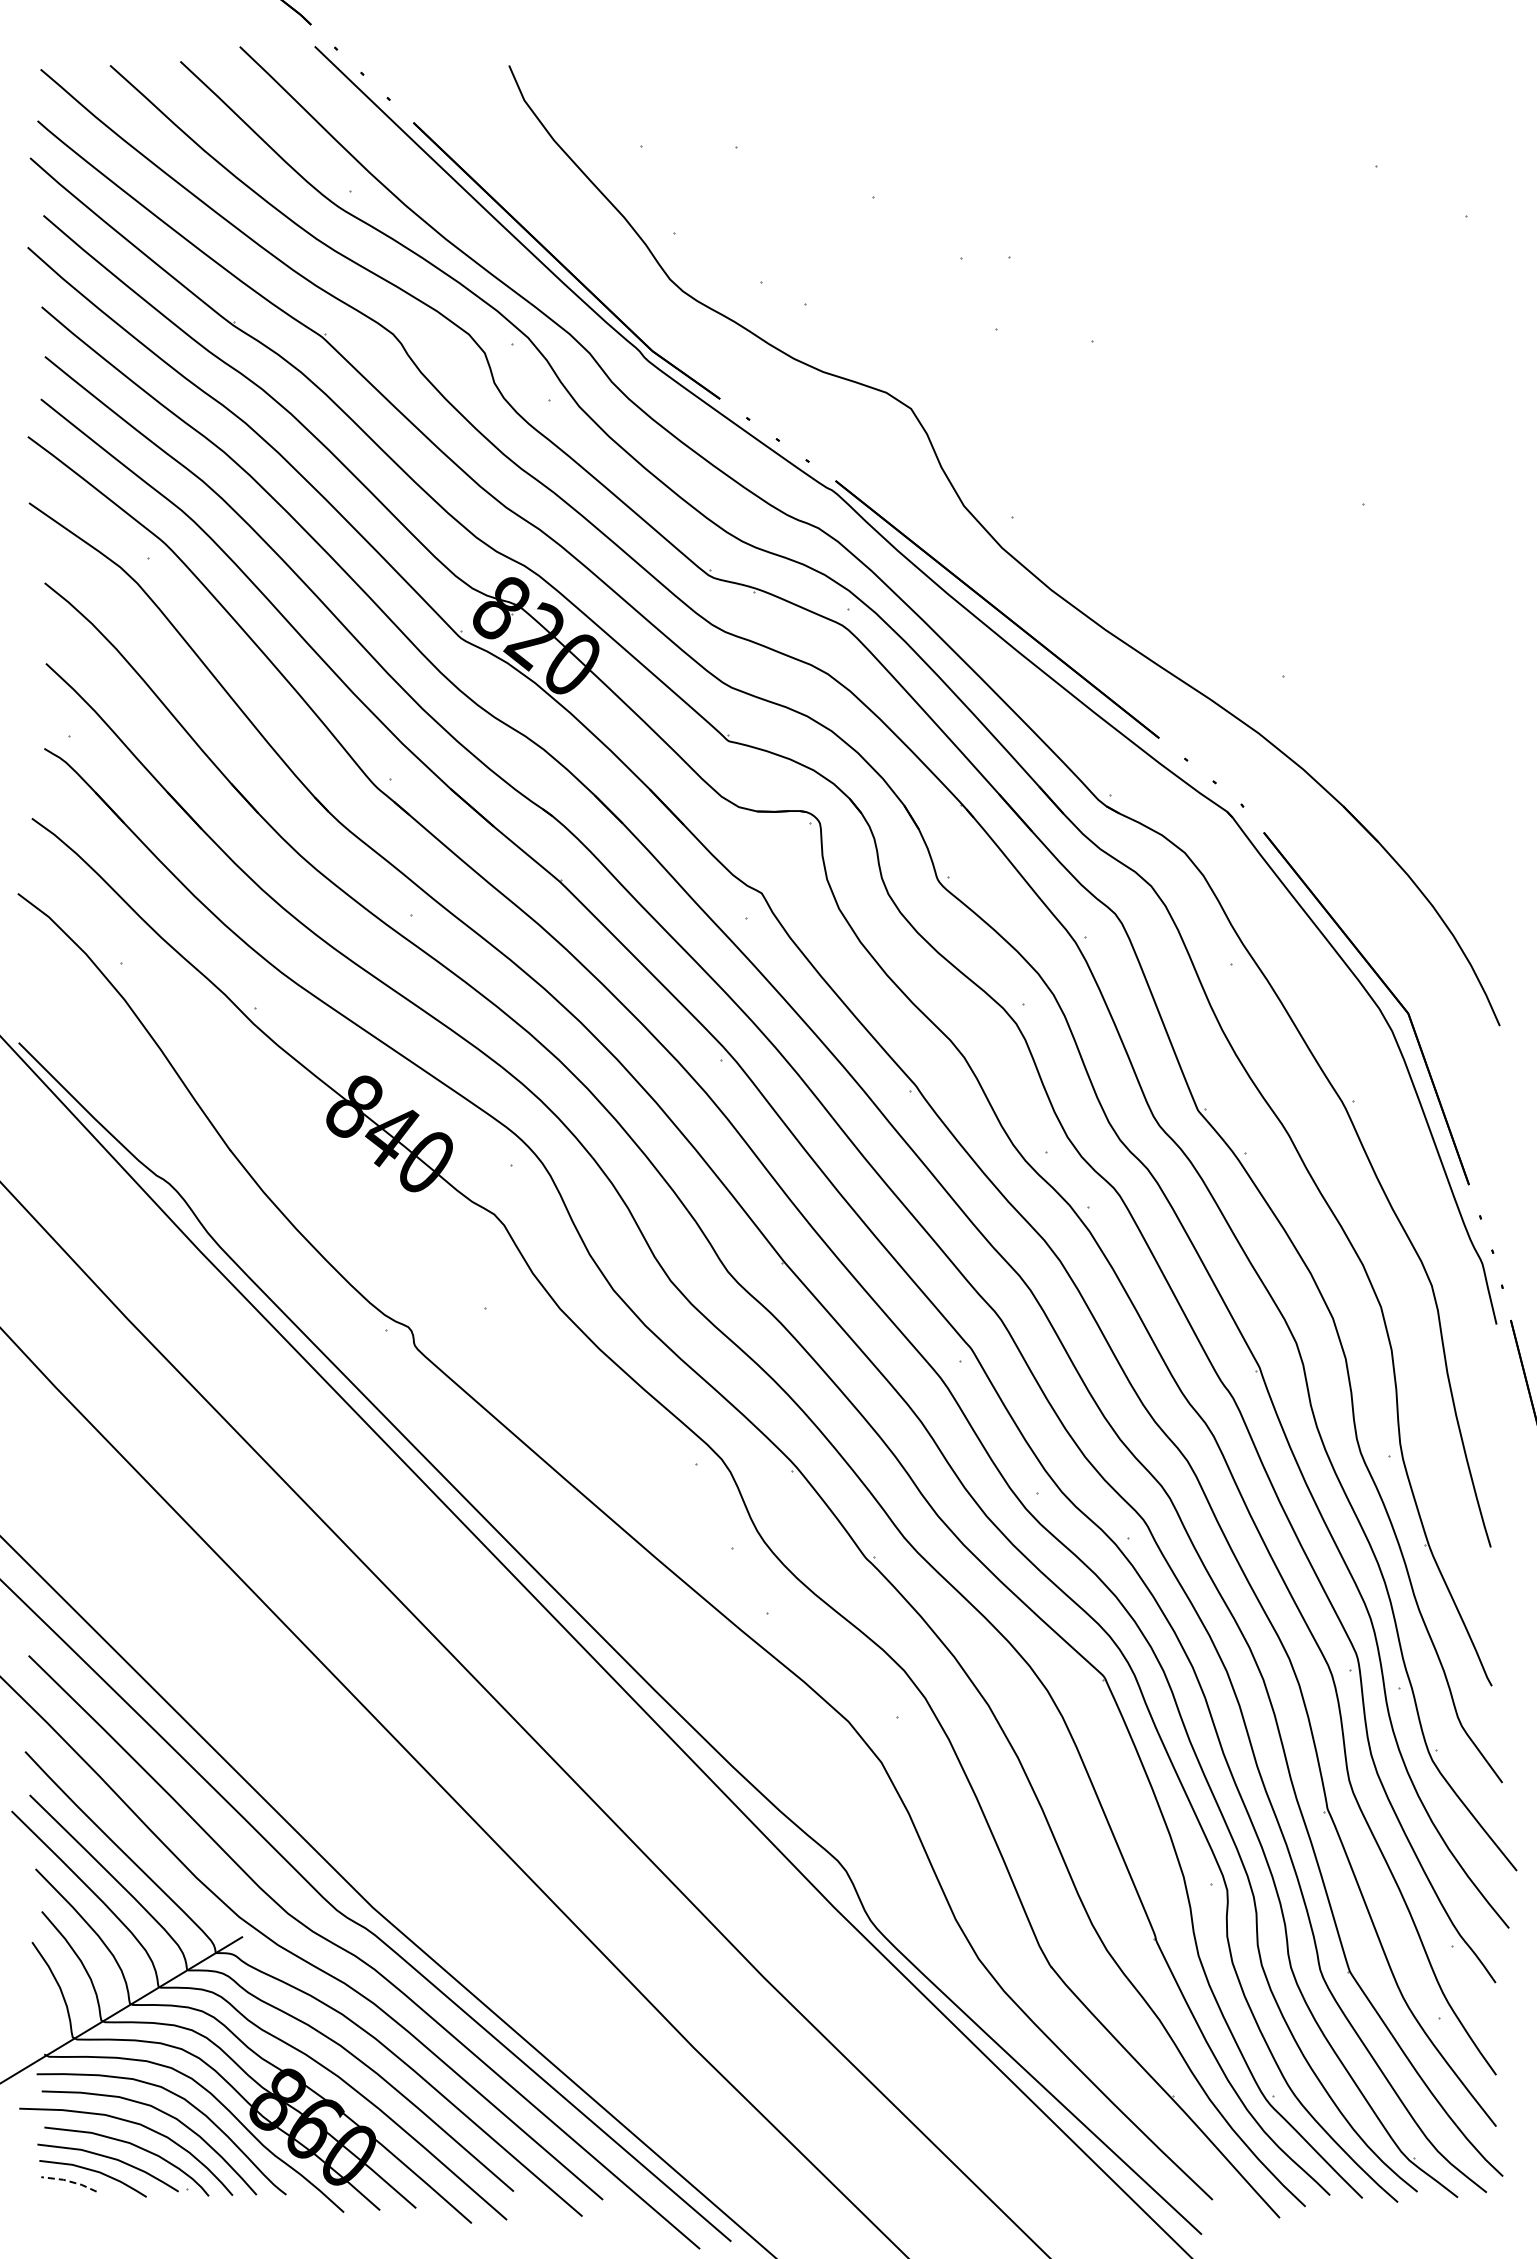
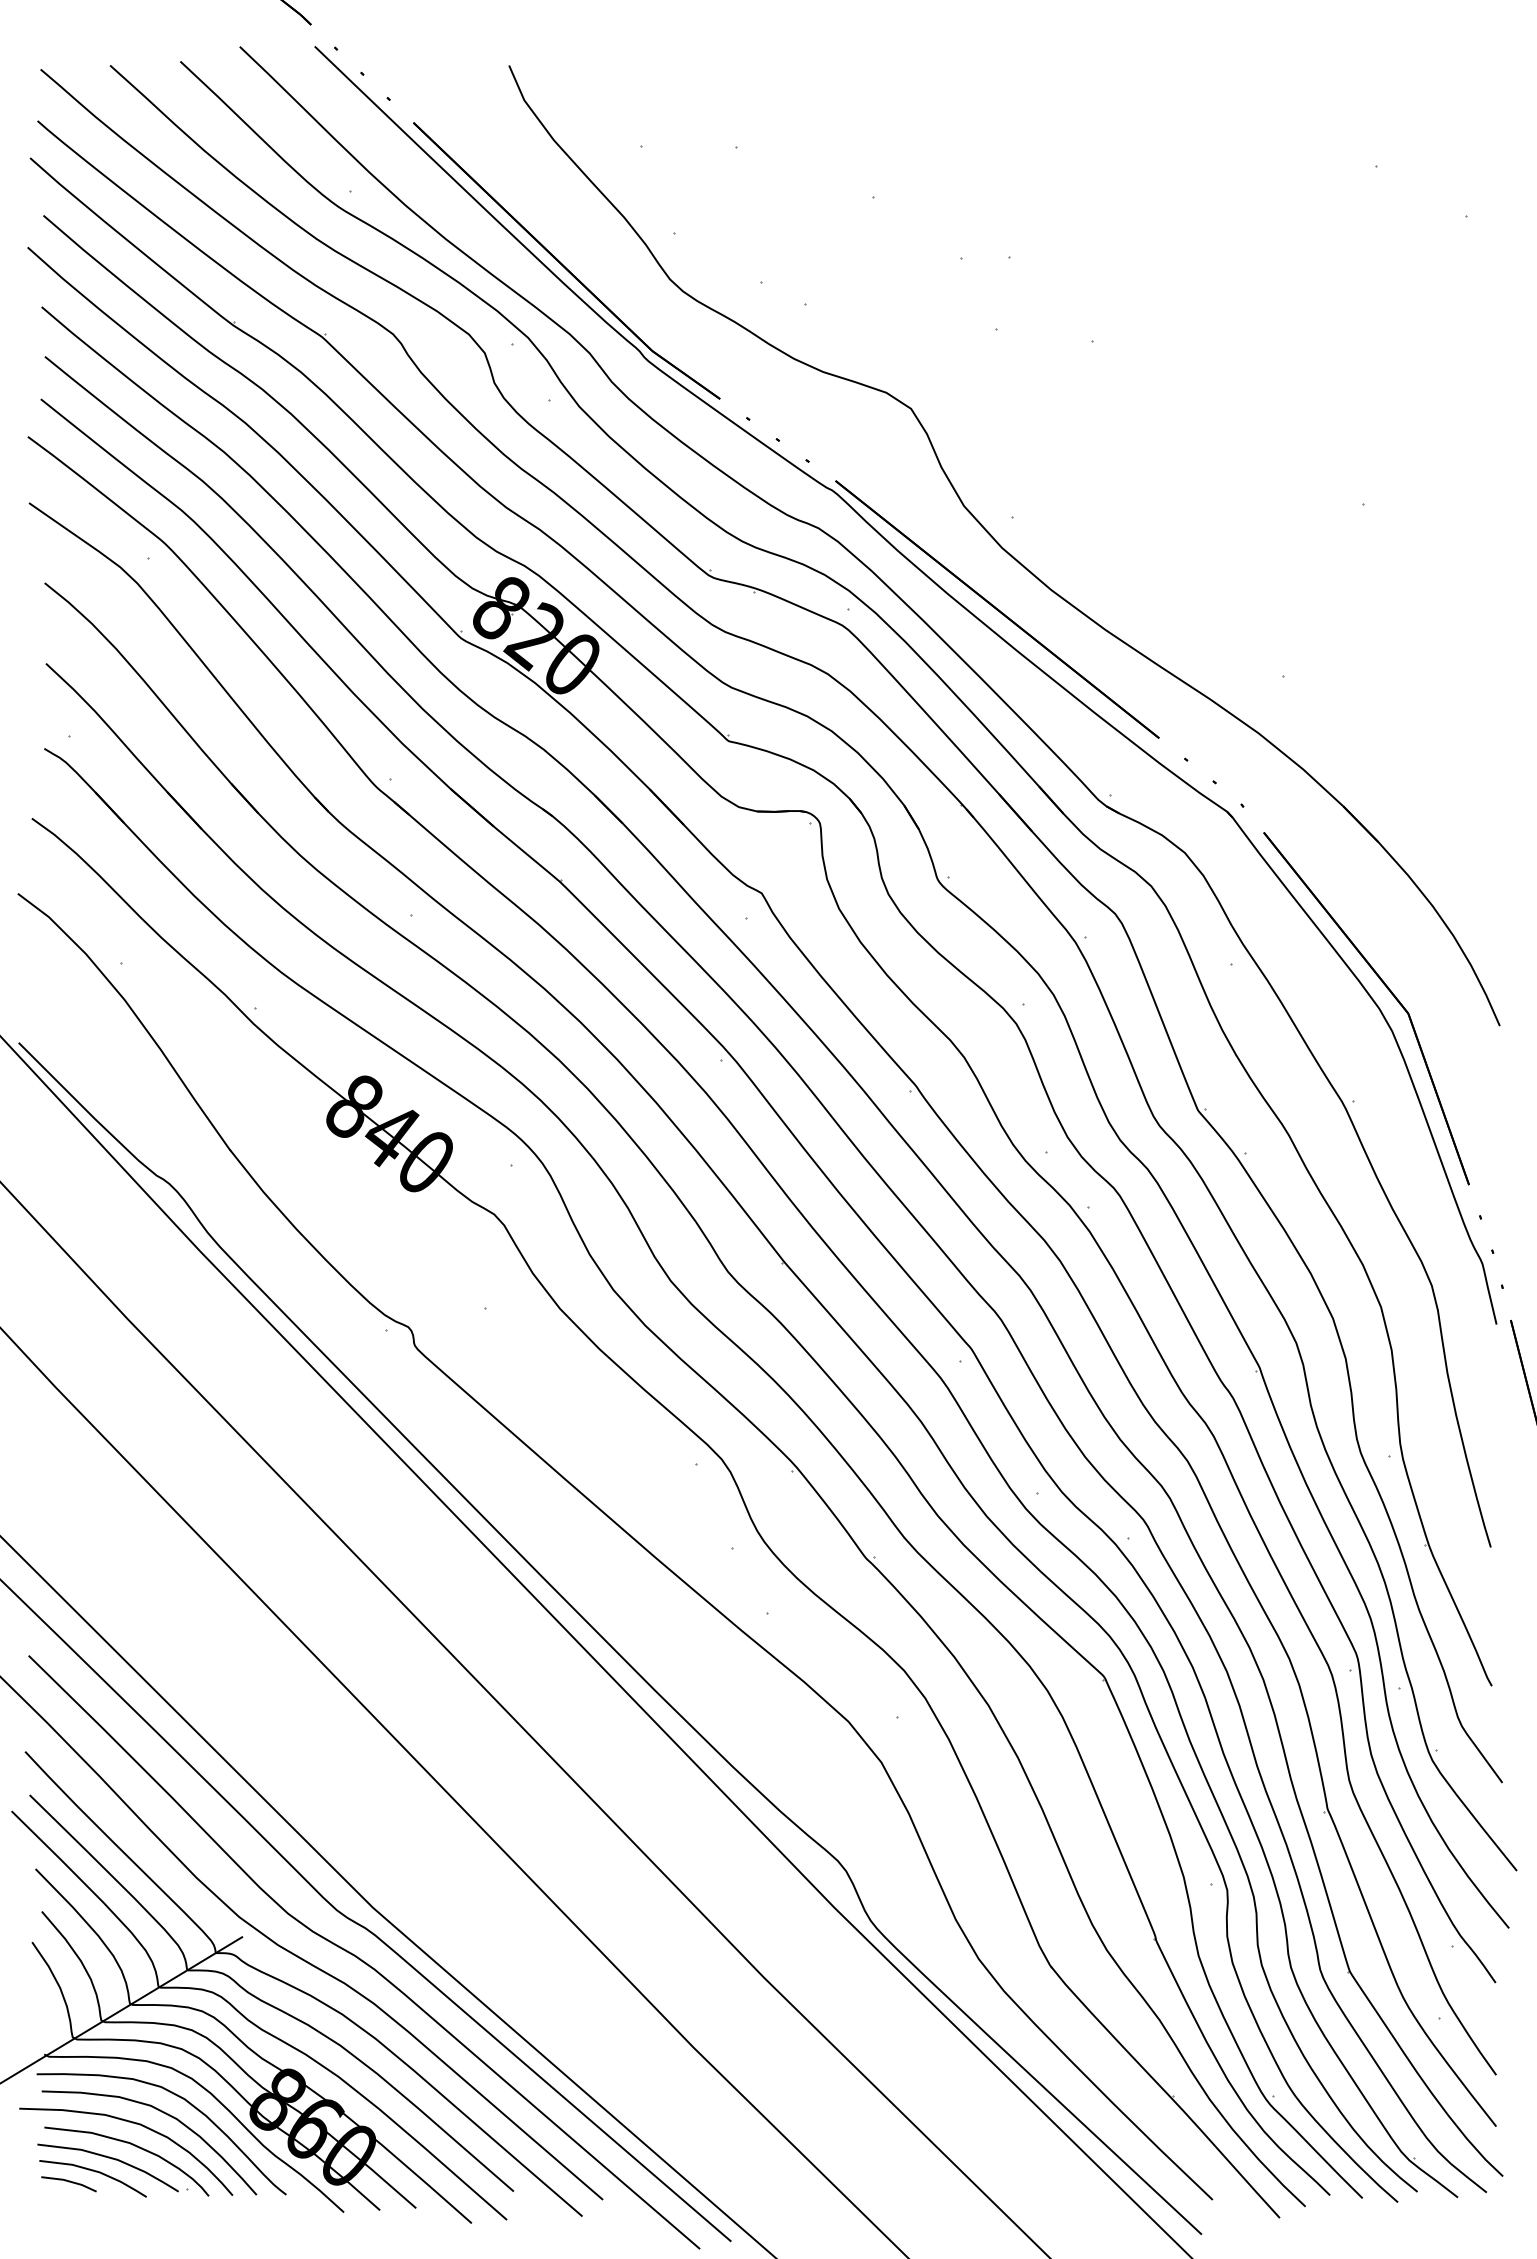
line at (69, 2181): dashed -> solid
